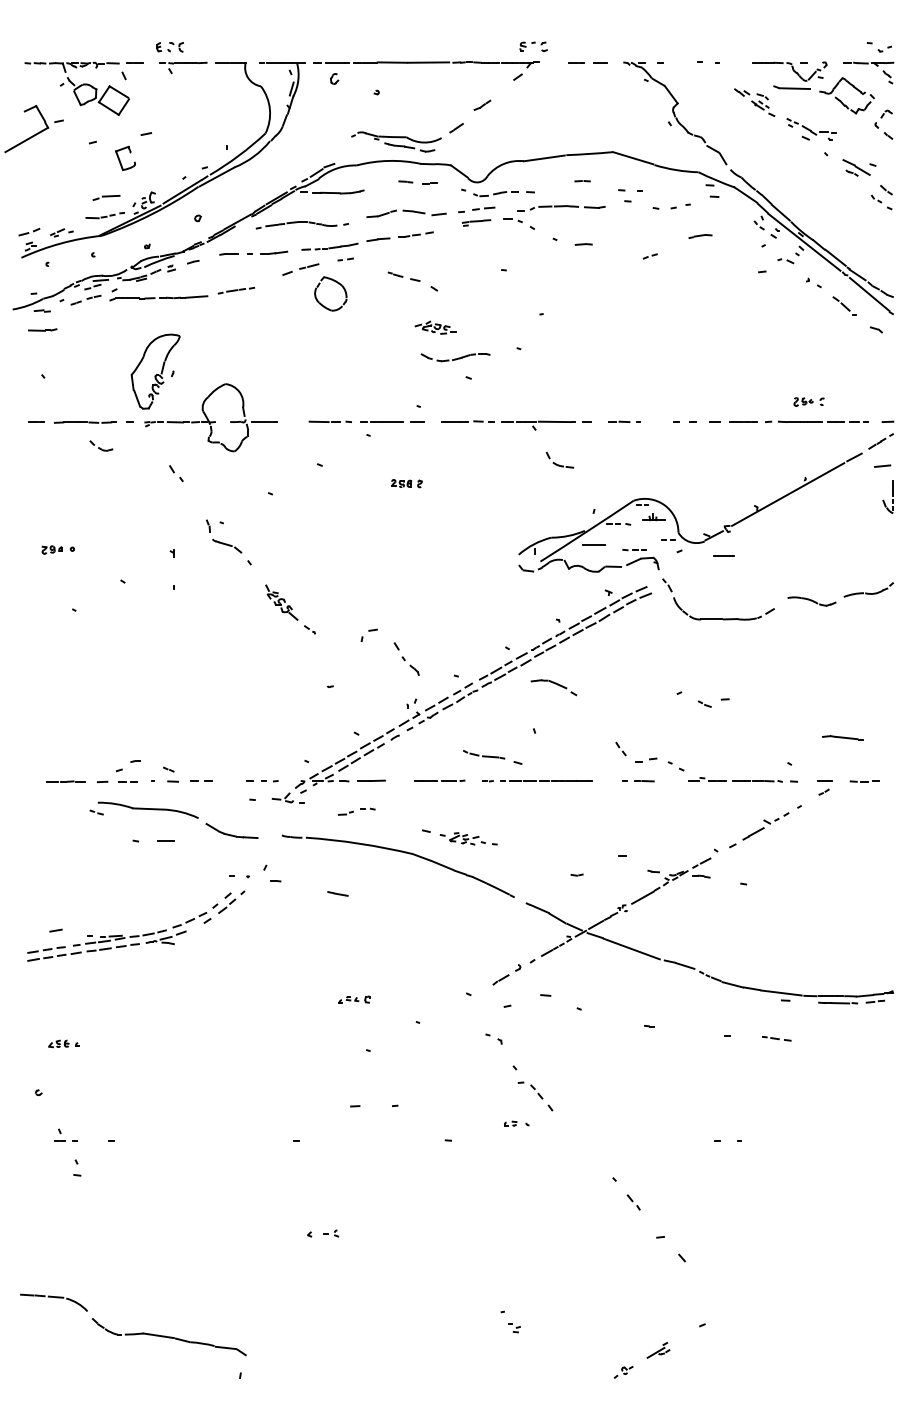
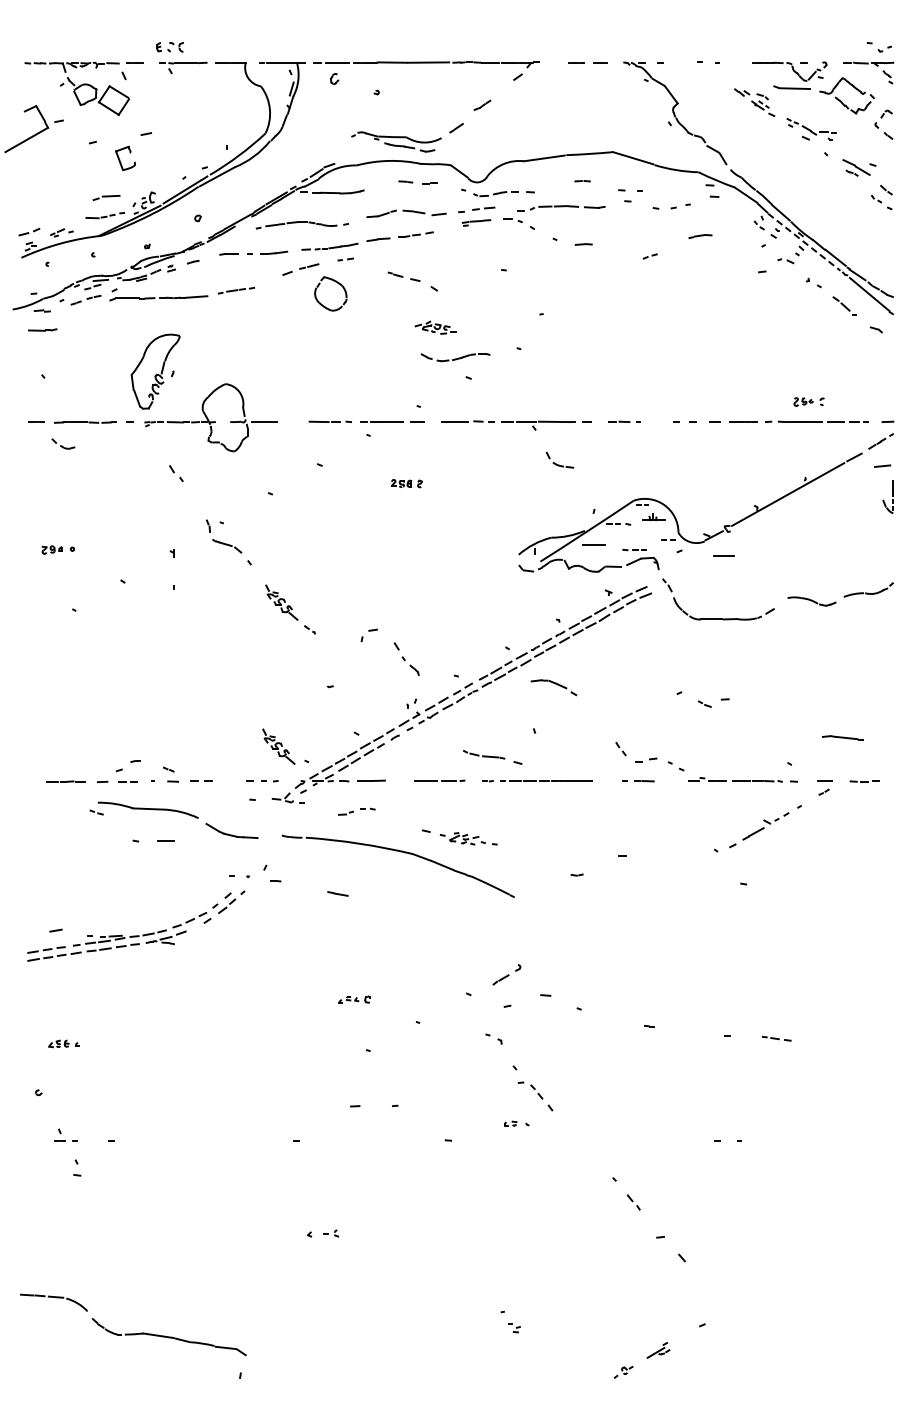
part at (533, 46): present -> none
line at (804, 242): solid -> dashed
part at (101, 445) position: (101, 445) -> (63, 443)
part at (278, 746): none -> present
part at (694, 967): present -> none
